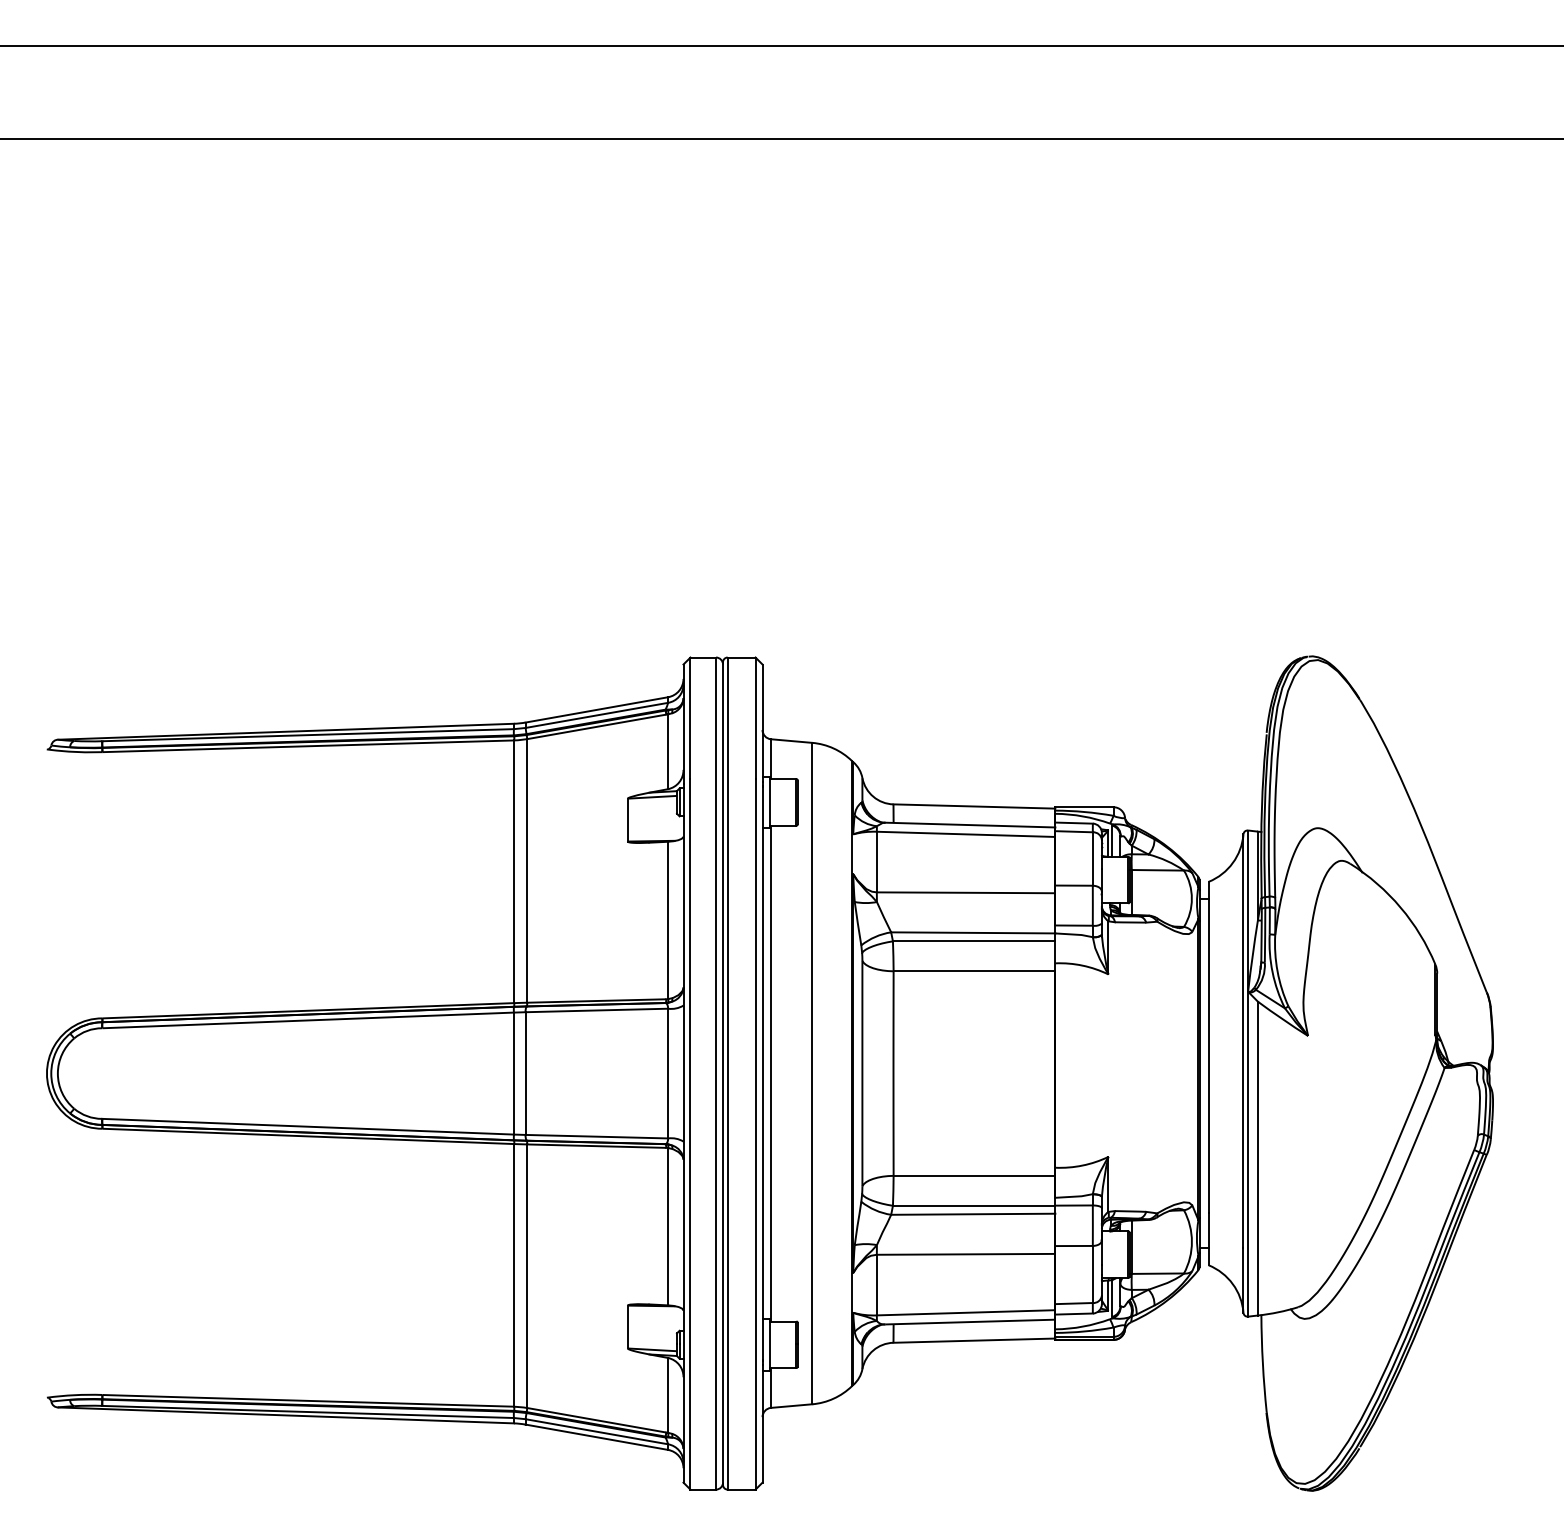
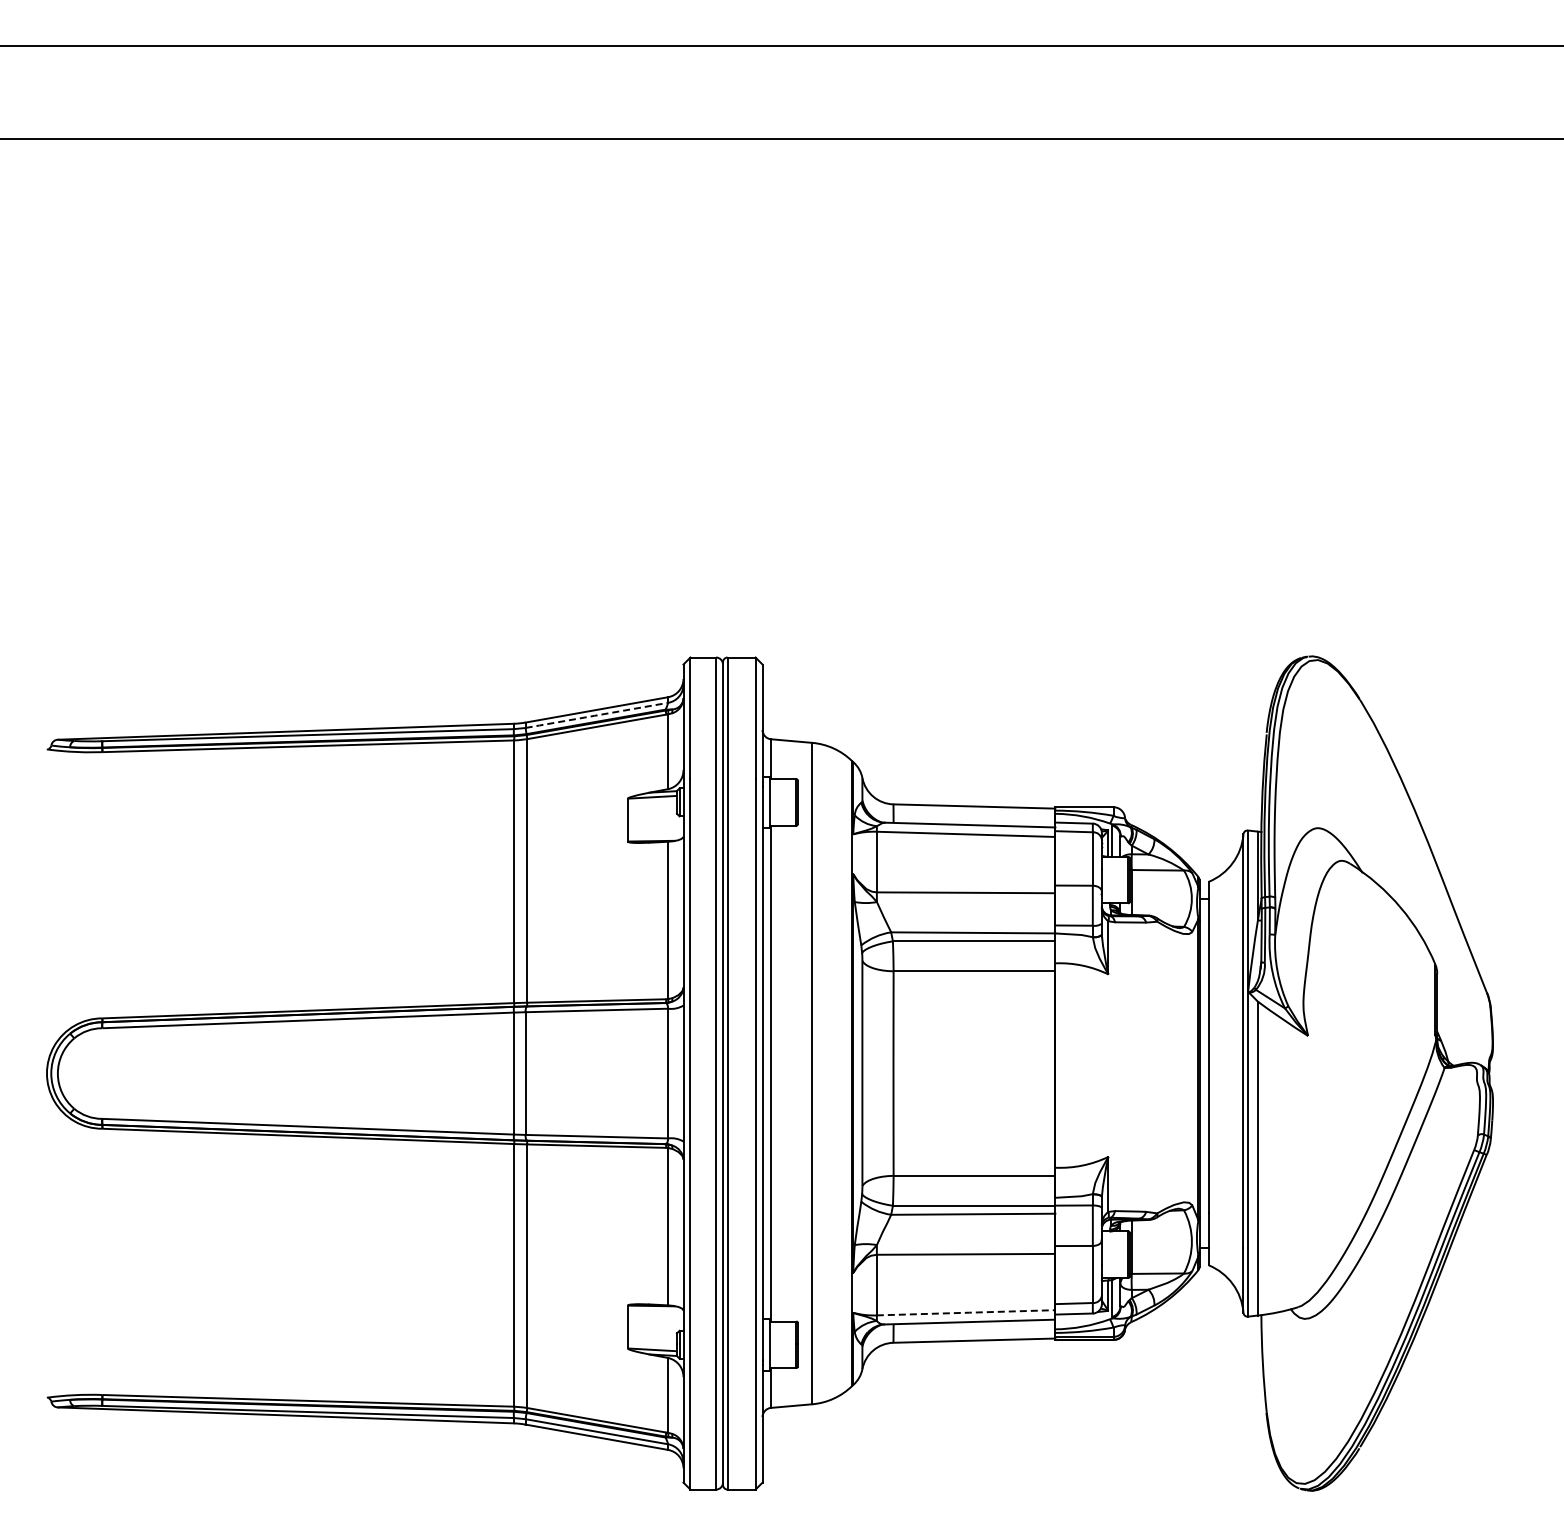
line at (596, 715): solid -> dashed
line at (966, 1312): solid -> dashed
